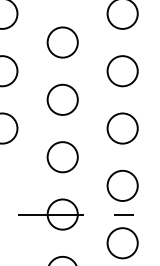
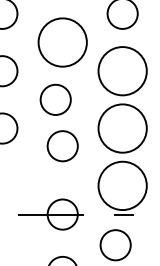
circle at (62, 42) diameter: 30 px -> 48 px
circle at (122, 71) diameter: 30 px -> 48 px
circle at (62, 99) position: (62, 99) -> (55, 99)
circle at (122, 128) diameter: 30 px -> 48 px
circle at (62, 157) position: (62, 157) -> (62, 146)
circle at (122, 185) diameter: 30 px -> 48 px
circle at (122, 243) position: (122, 243) -> (115, 245)
